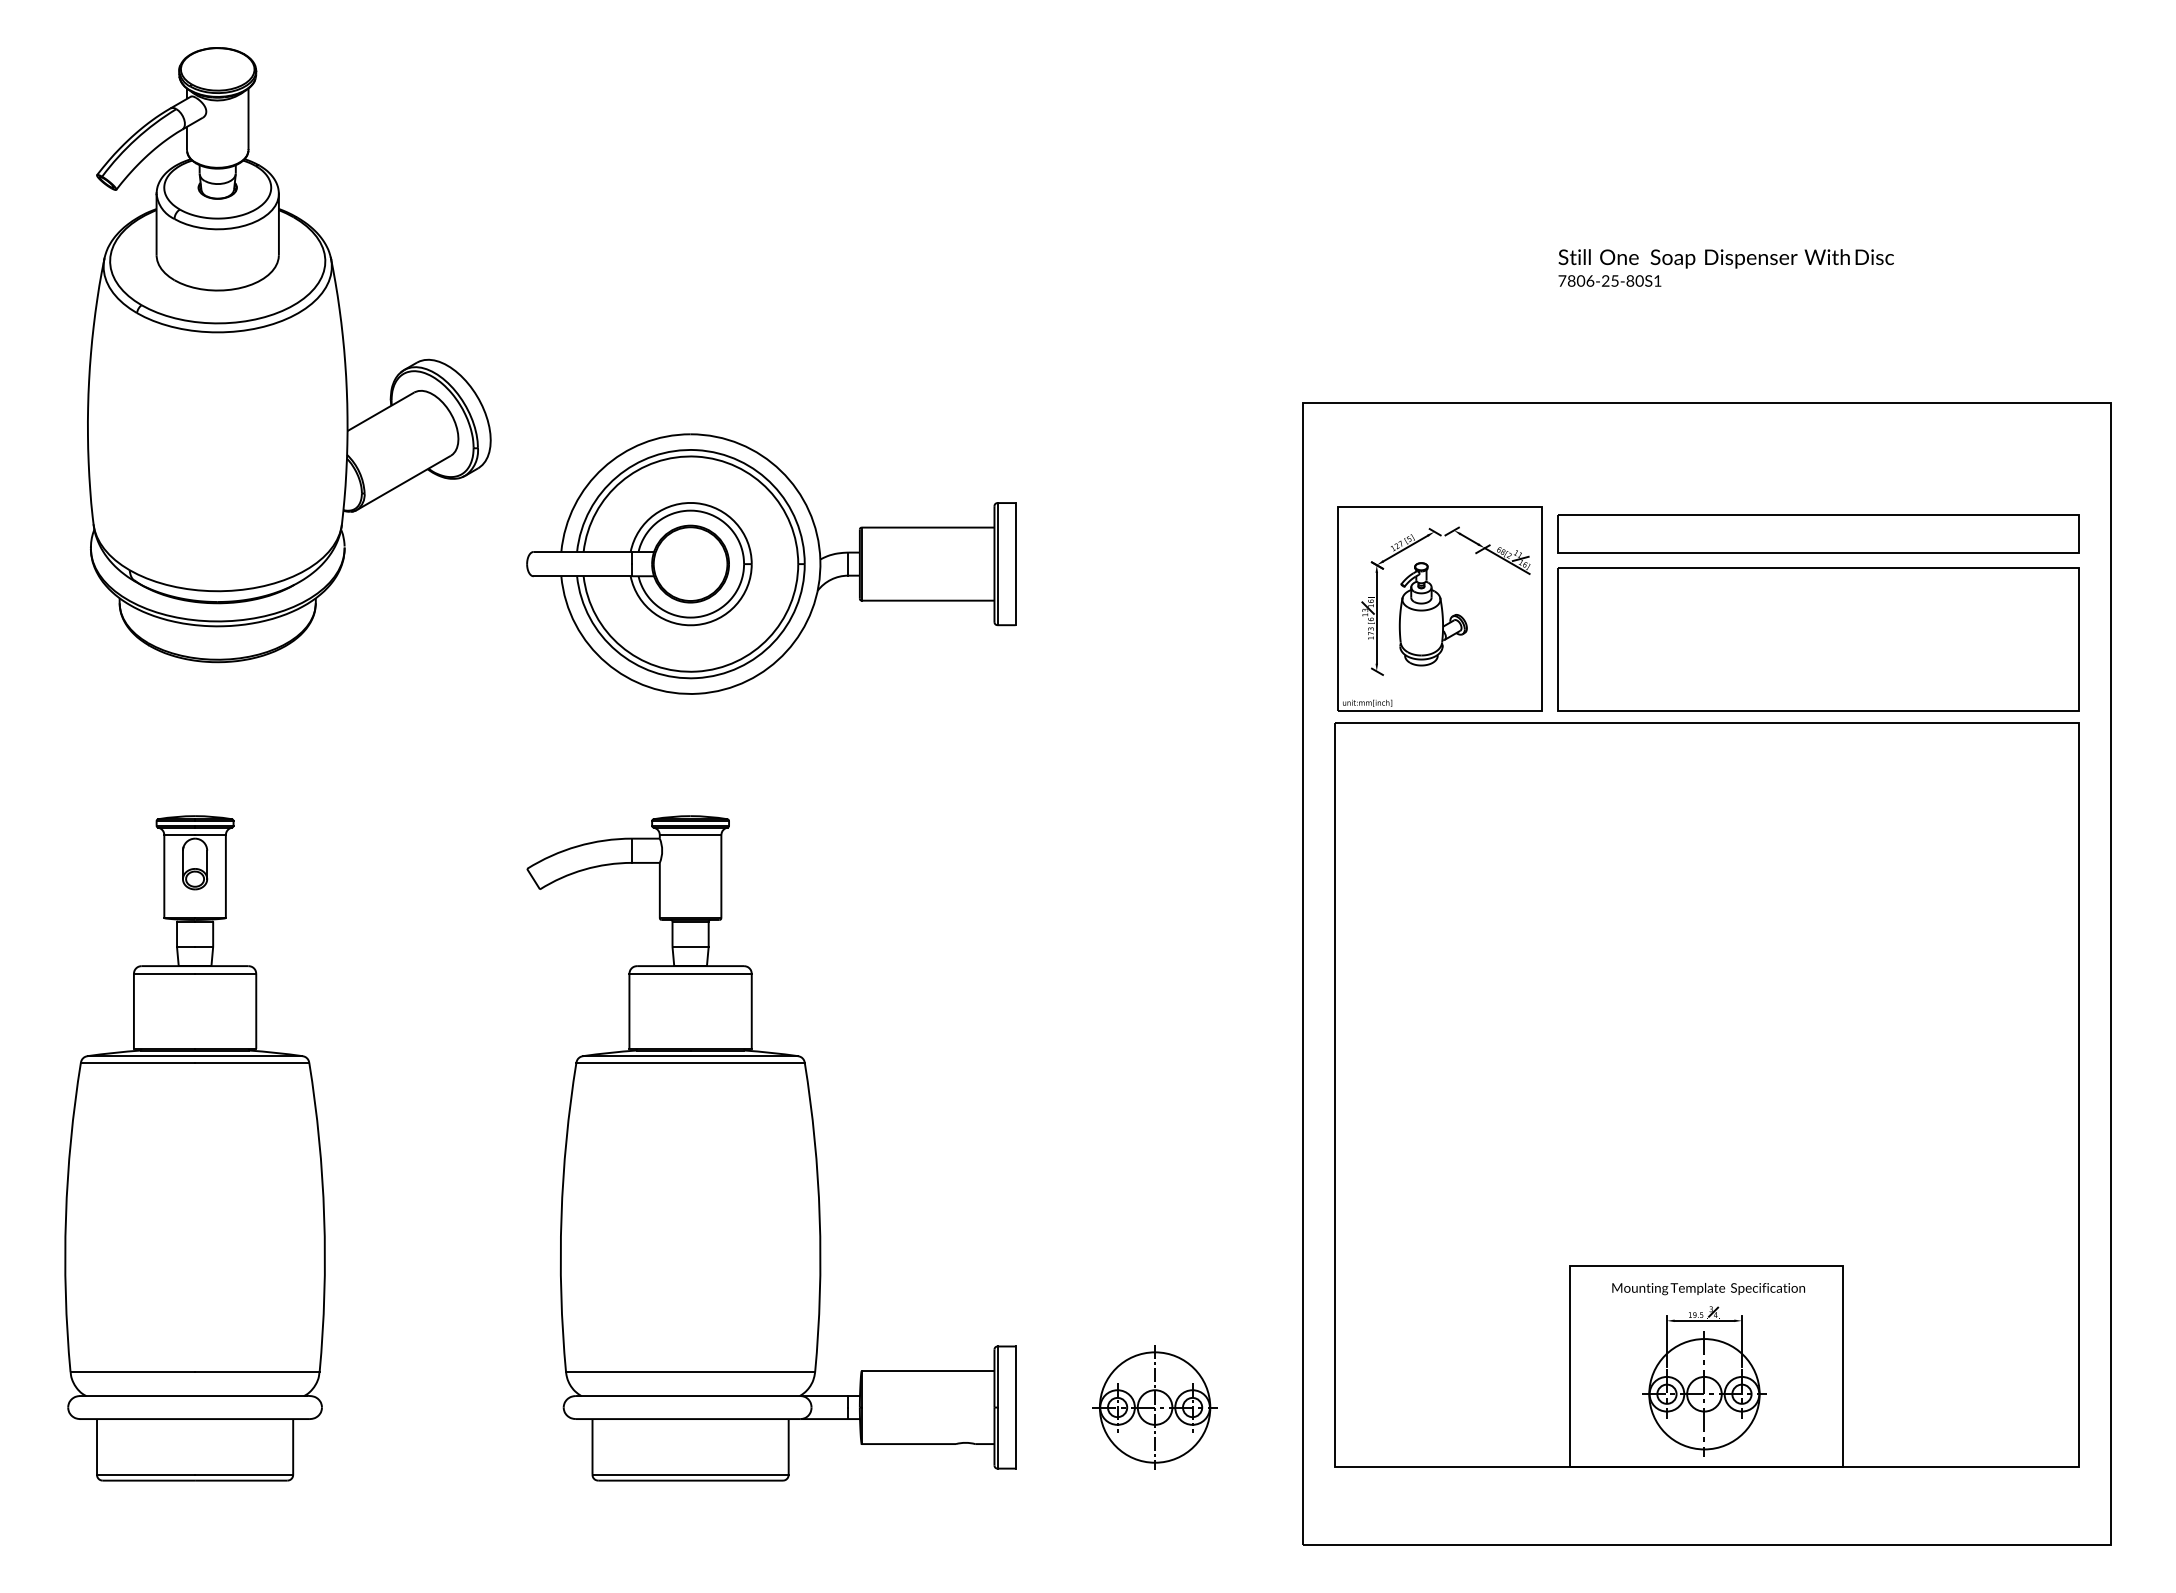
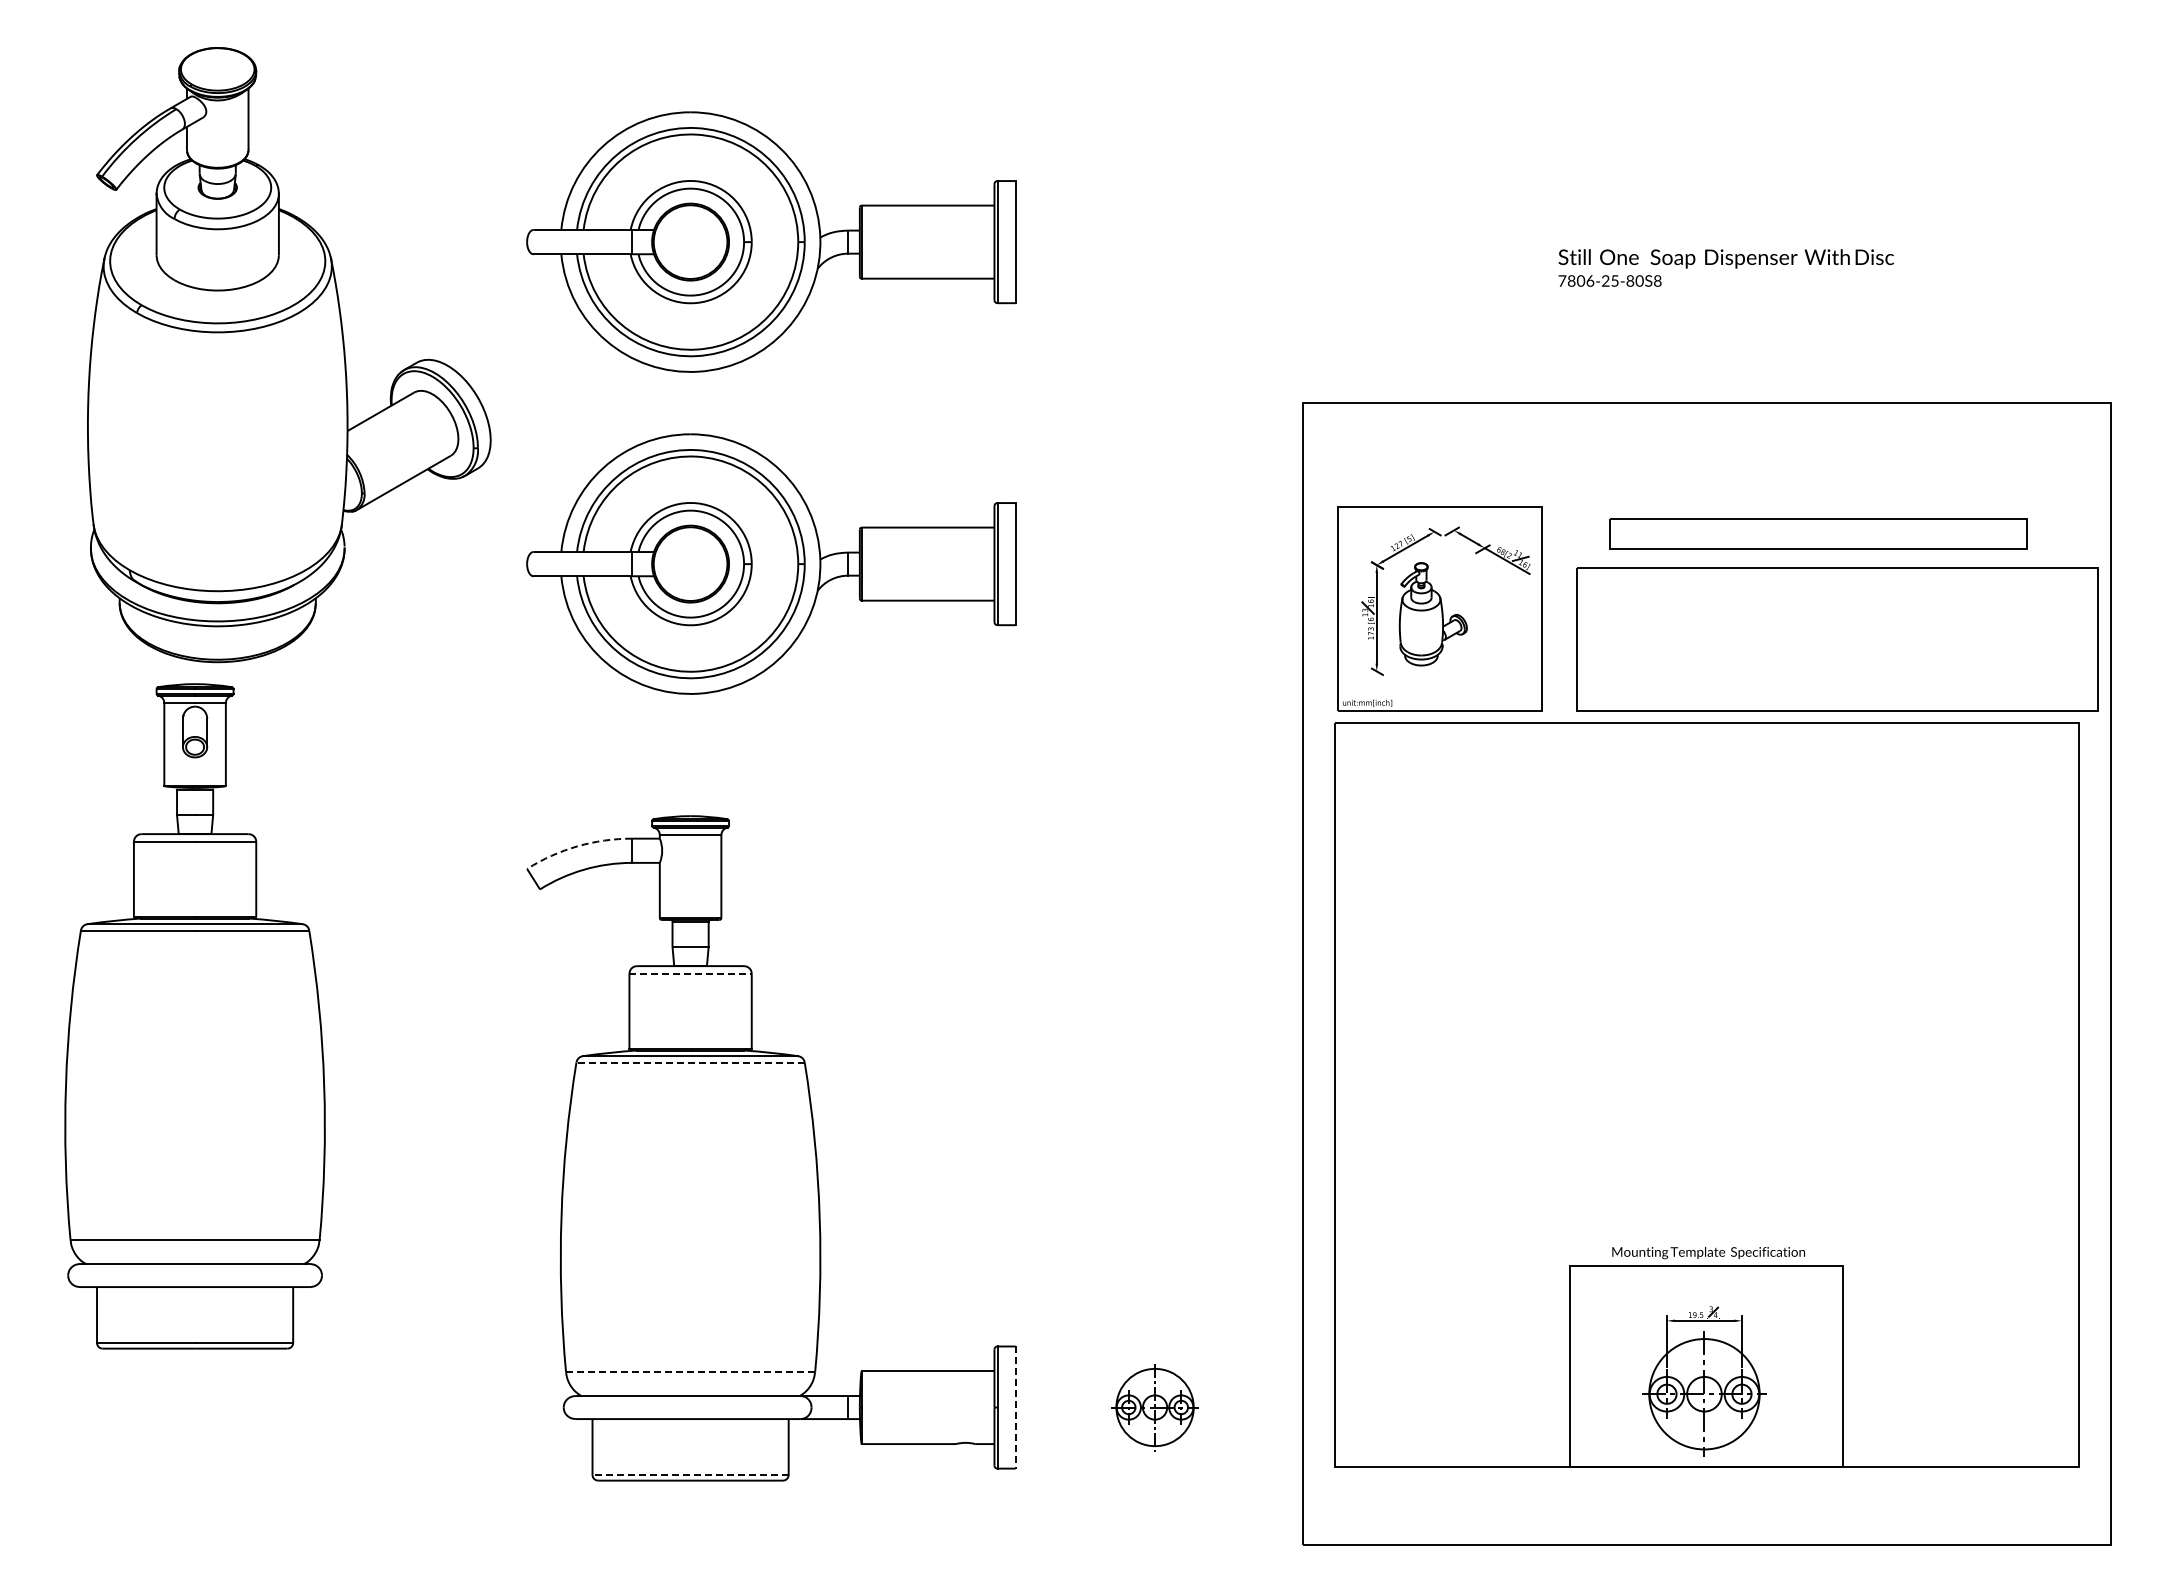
part at (771, 241): none -> present
text at (1657, 280): 7806-25-80S1 -> 7806-25-80S8
part at (1818, 533) size: 523x40 px -> 419x32 px
part at (1818, 639) position: (1818, 639) -> (1837, 639)
arc at (577, 846): solid -> dashed
line at (691, 973): solid -> dashed
line at (690, 1062): solid -> dashed
part at (194, 1148) position: (194, 1148) -> (194, 1016)
text at (1708, 1289) position: (1708, 1289) -> (1708, 1253)
line at (690, 1372): solid -> dashed
part at (1154, 1407) size: 126x125 px -> 88x88 px
line at (1015, 1408): solid -> dashed
line at (690, 1474): solid -> dashed
